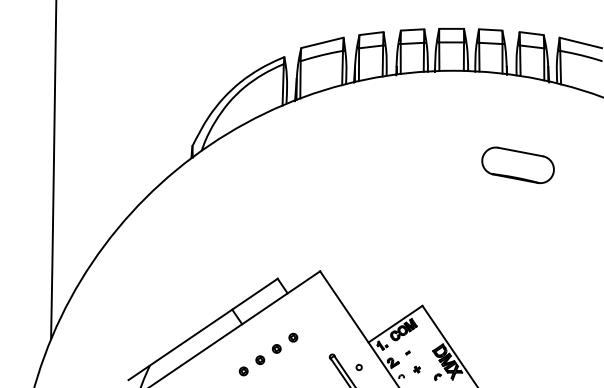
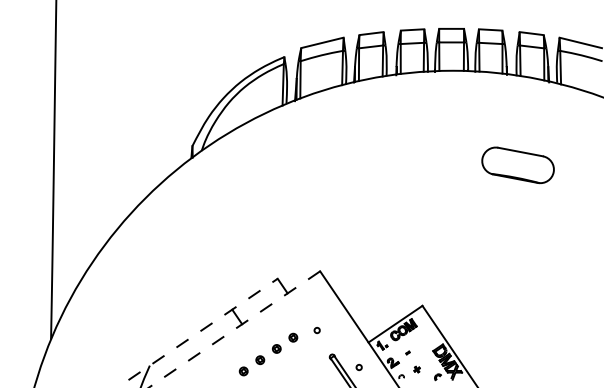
line at (203, 329): solid -> dashed
line at (234, 329): solid -> dashed
circle at (316, 330): none -> present
